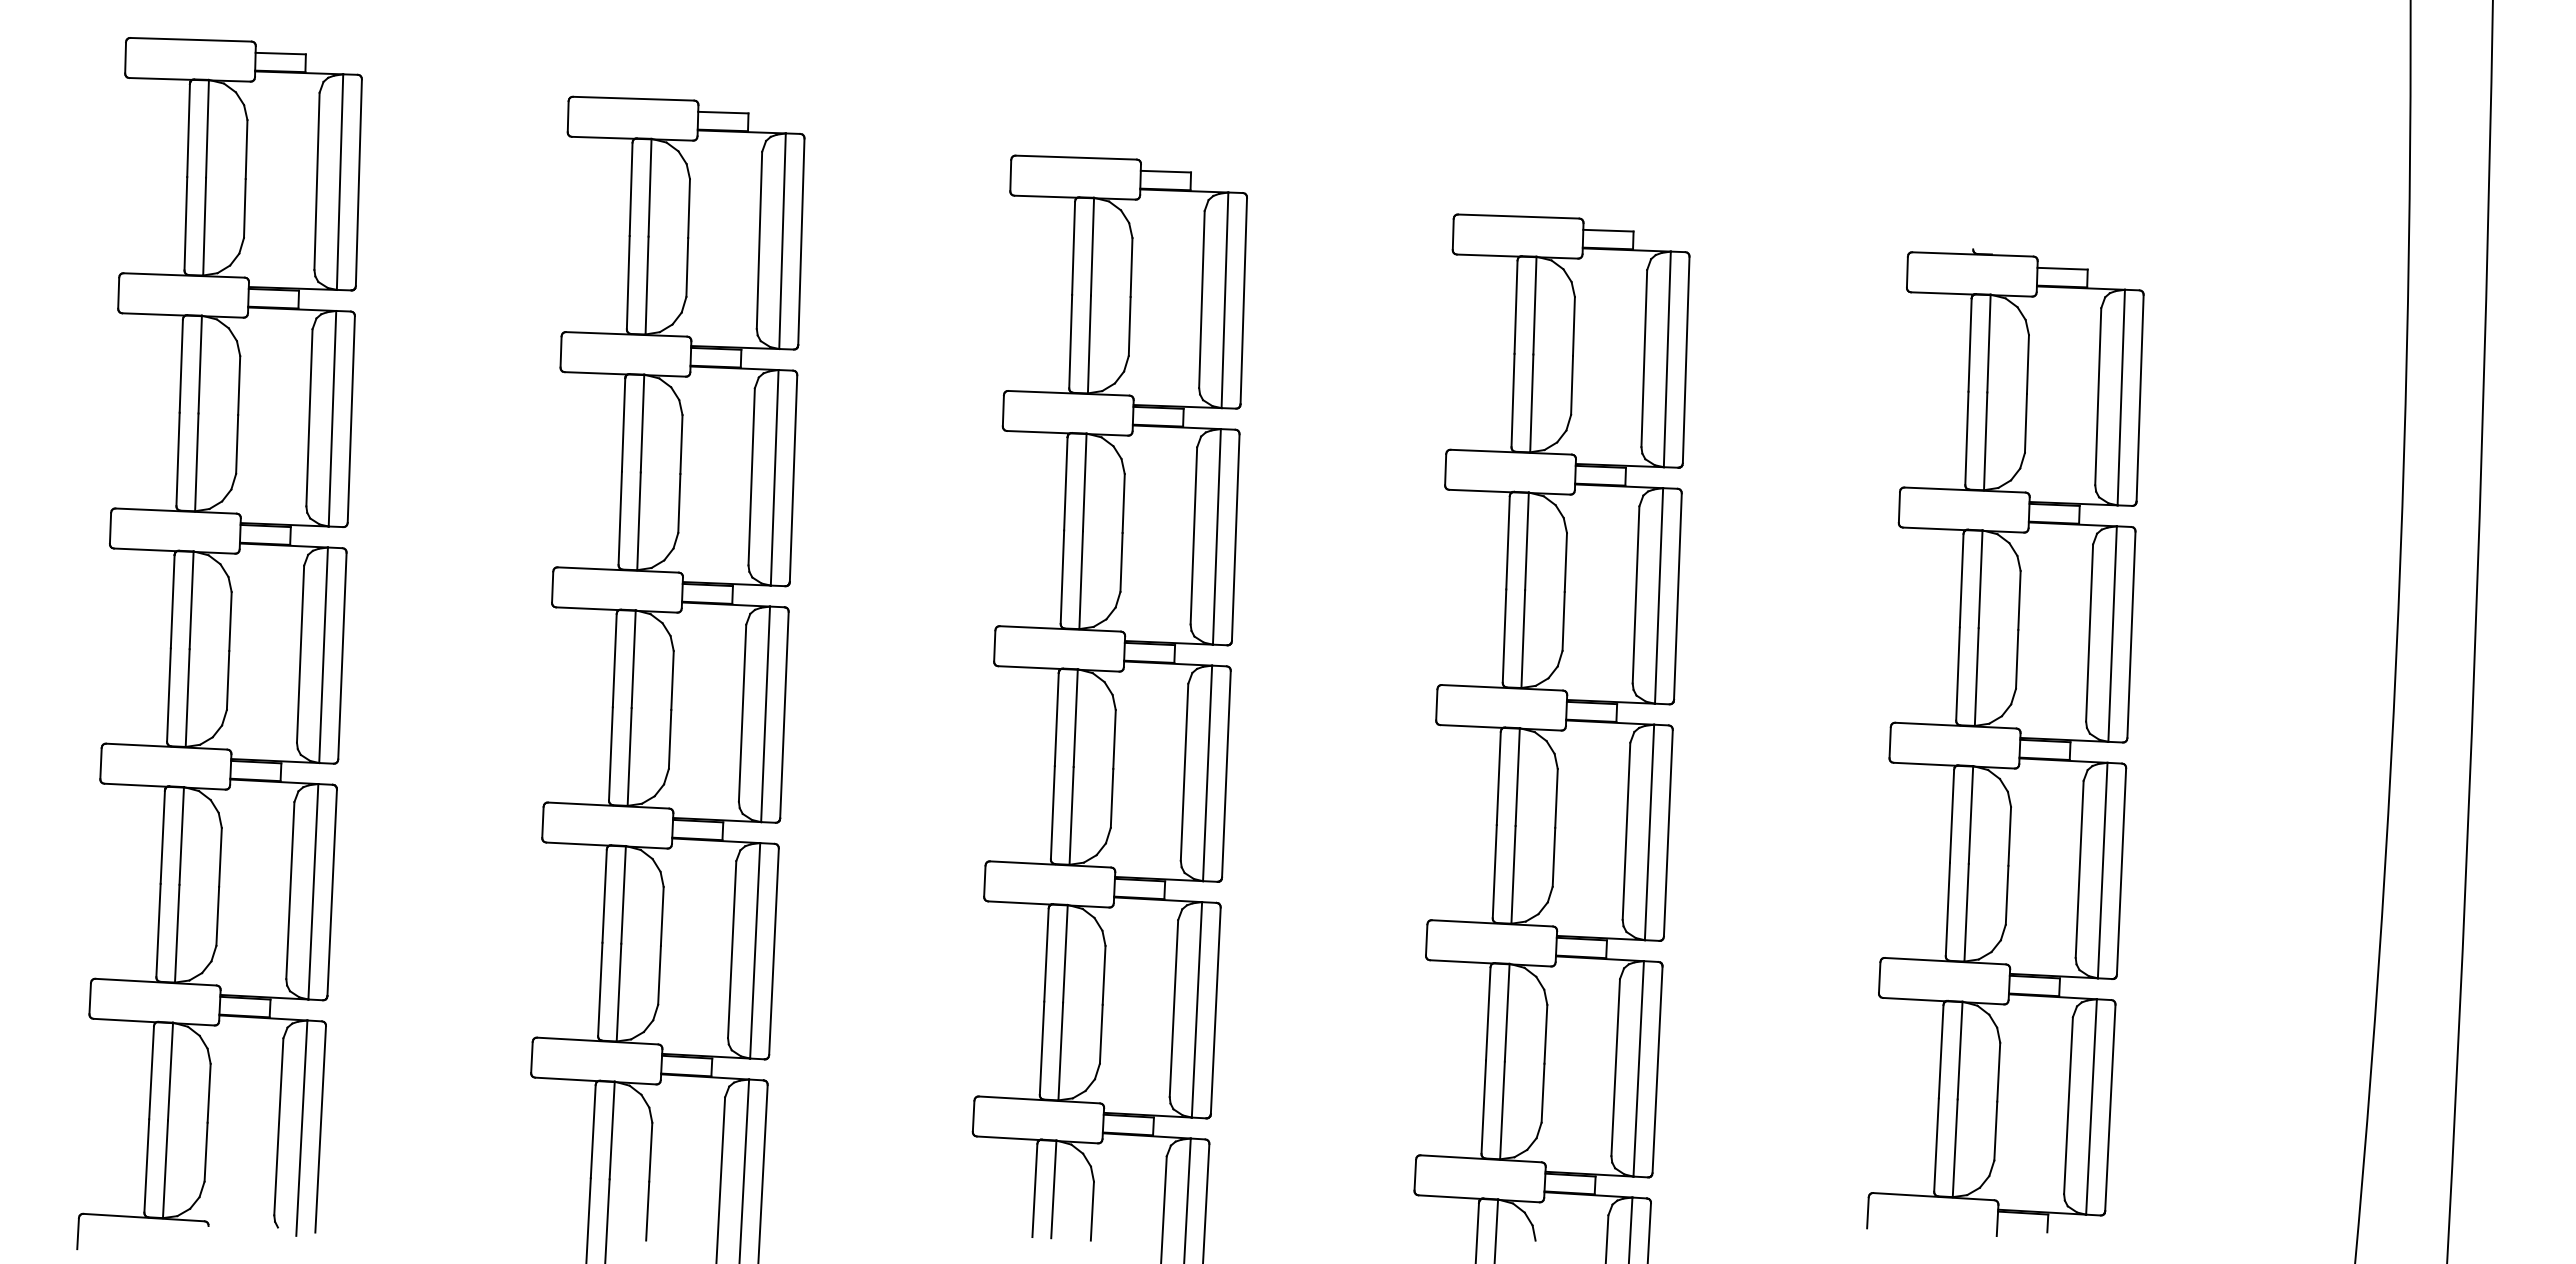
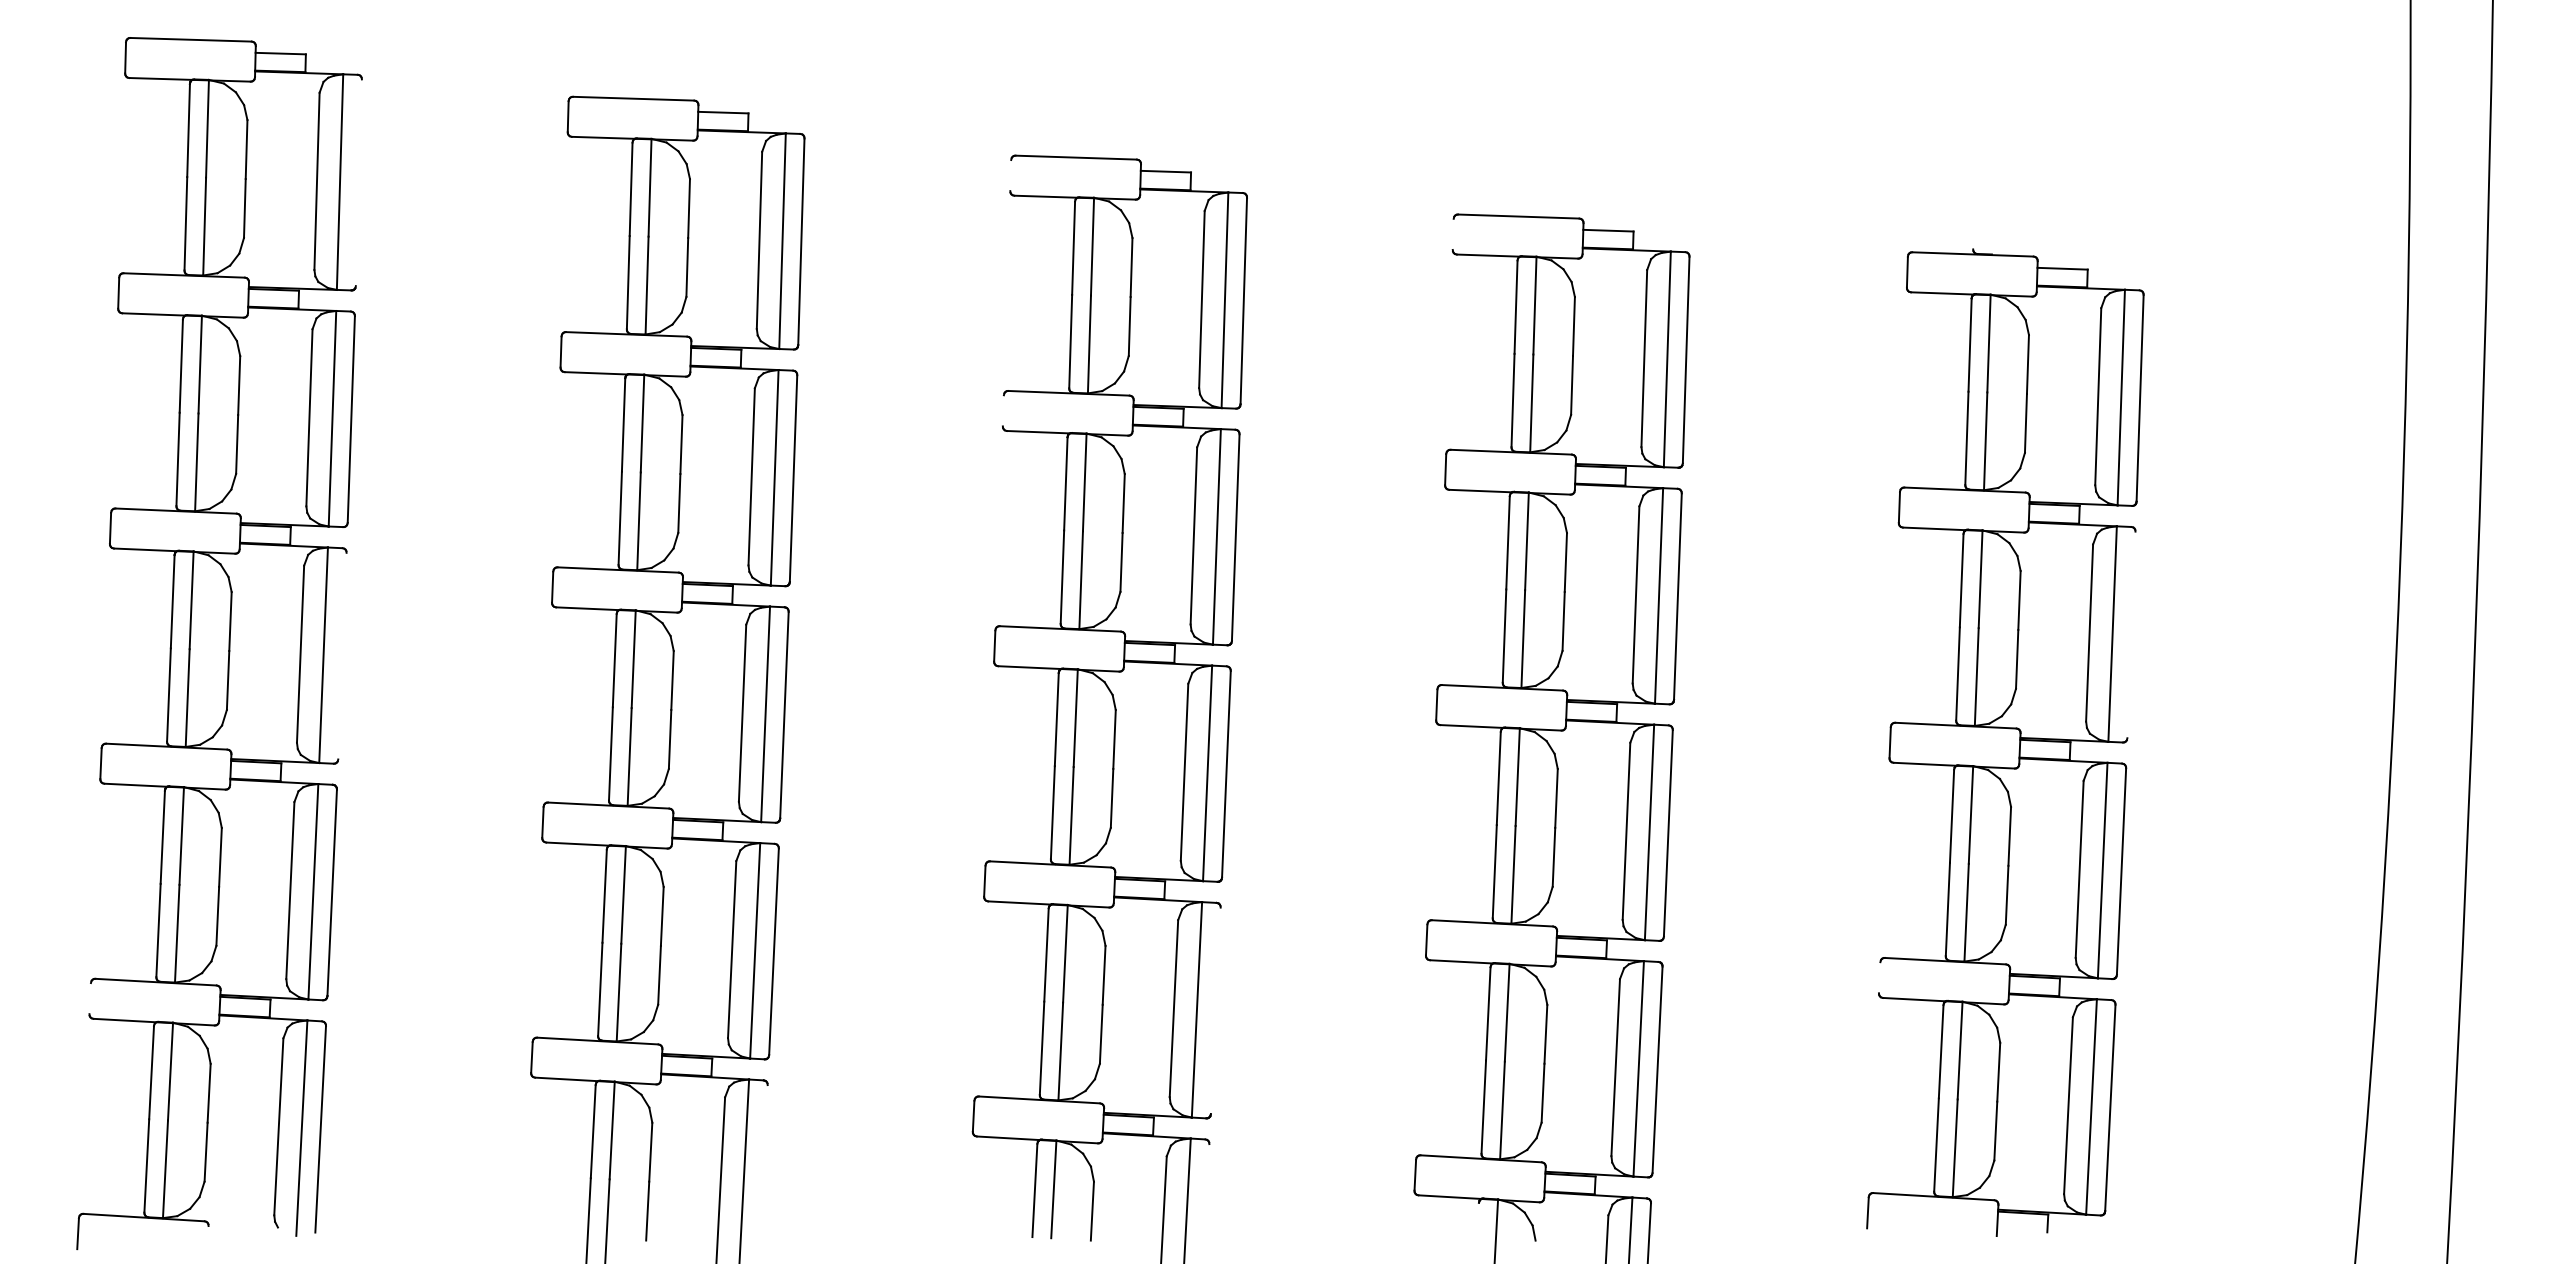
line at (1010, 175): present -> none
line at (358, 182): present -> none
line at (1452, 233): present -> none
line at (1002, 410): present -> none
line at (2131, 634): present -> none
line at (342, 655): present -> none
line at (1879, 977): present -> none
line at (89, 998): present -> none
line at (1215, 1010): present -> none
line at (762, 1172): present -> none
line at (1206, 1202): present -> none
line at (1477, 1231): present -> none
